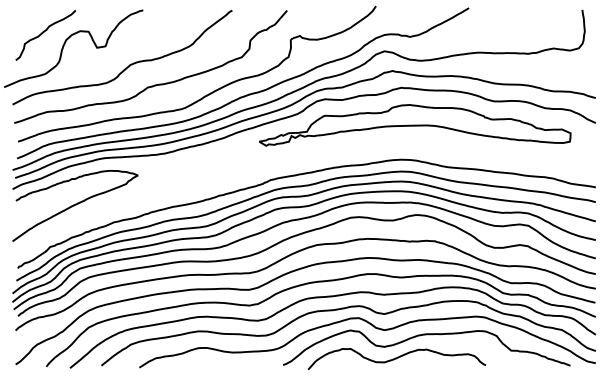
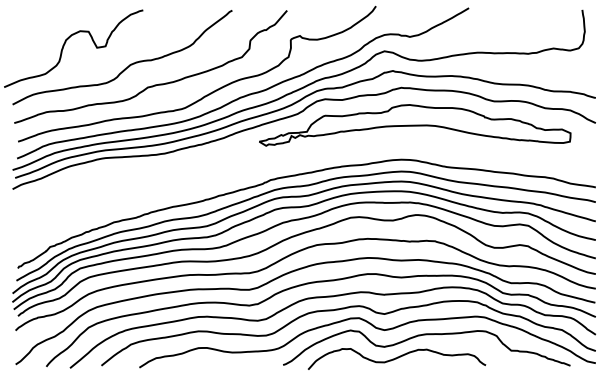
curve at (43, 33): present -> none
curve at (75, 205): present -> none
